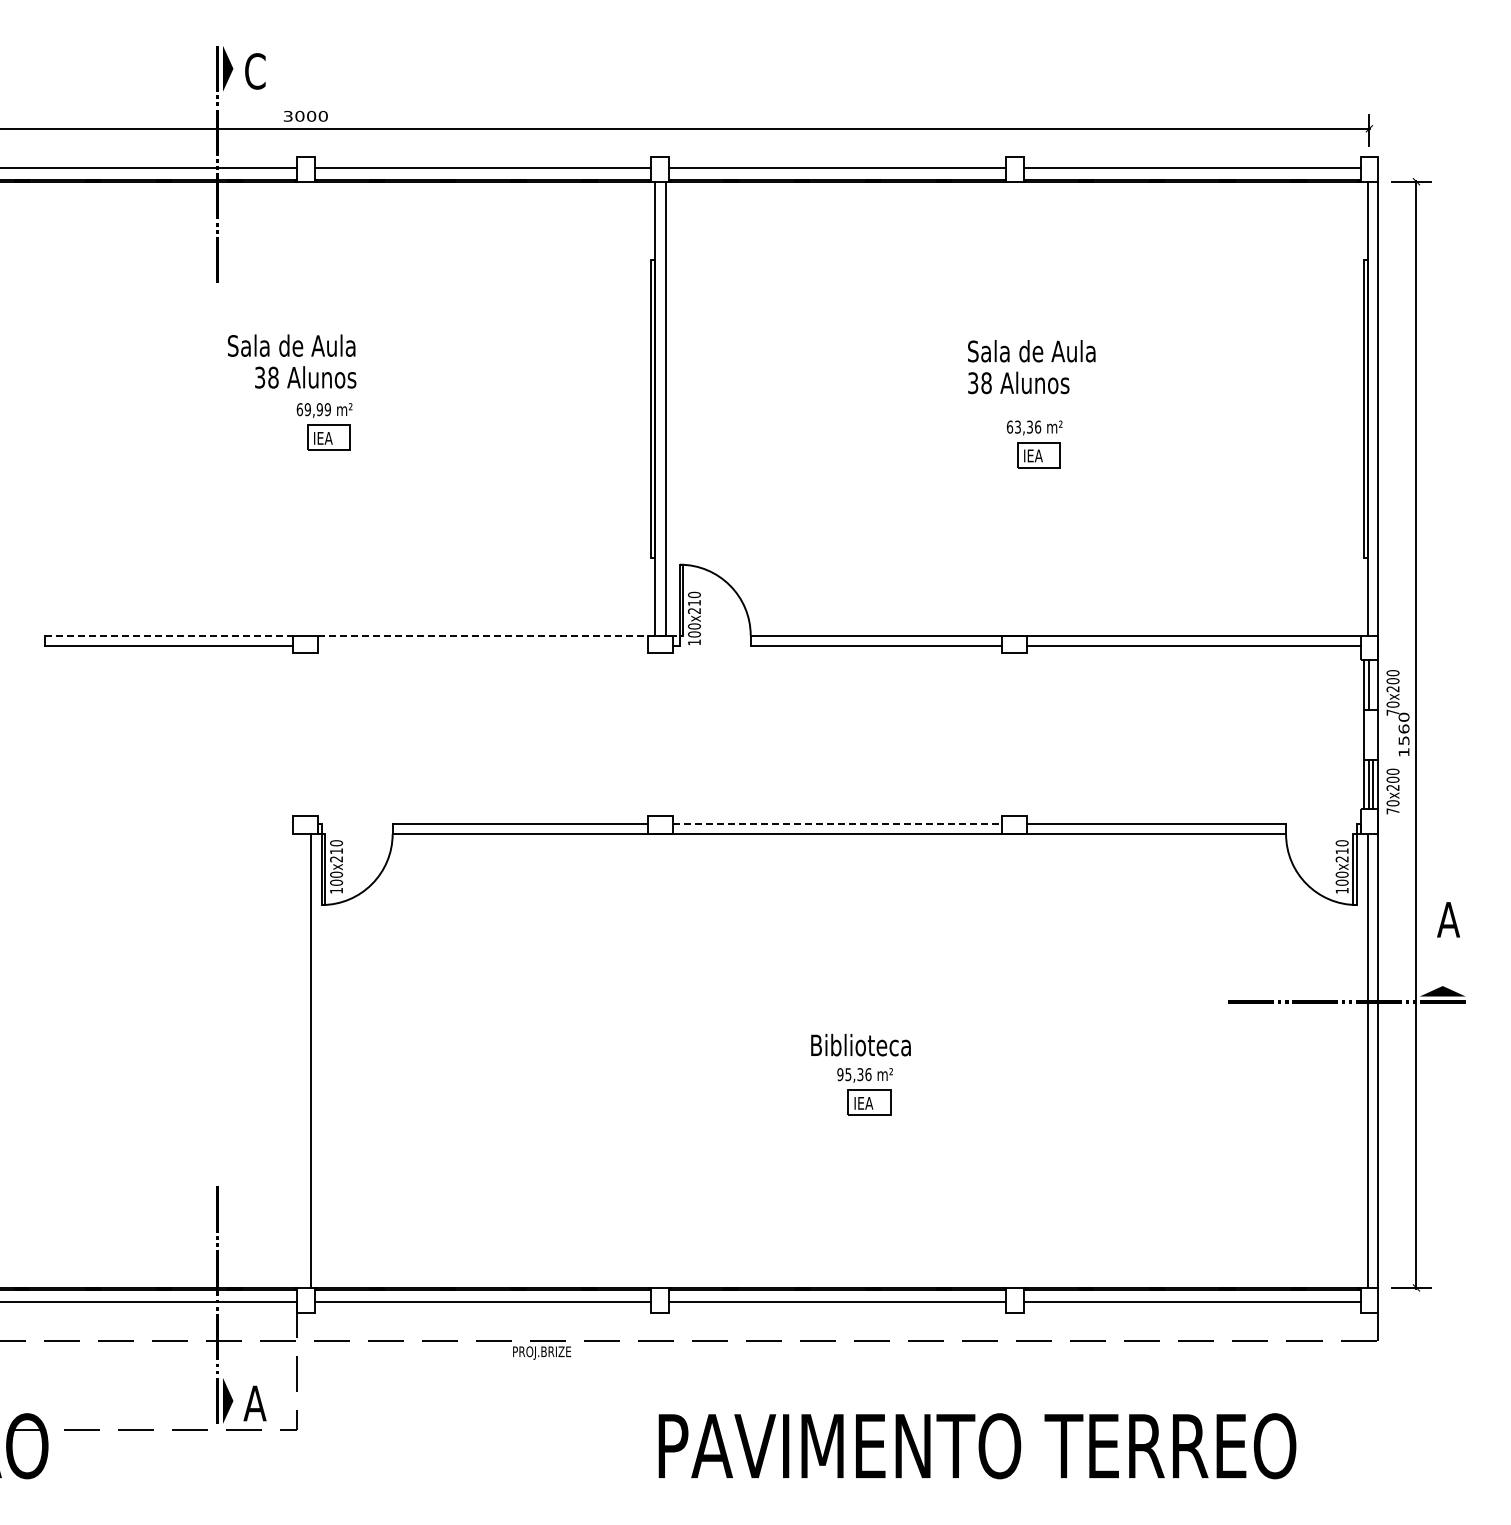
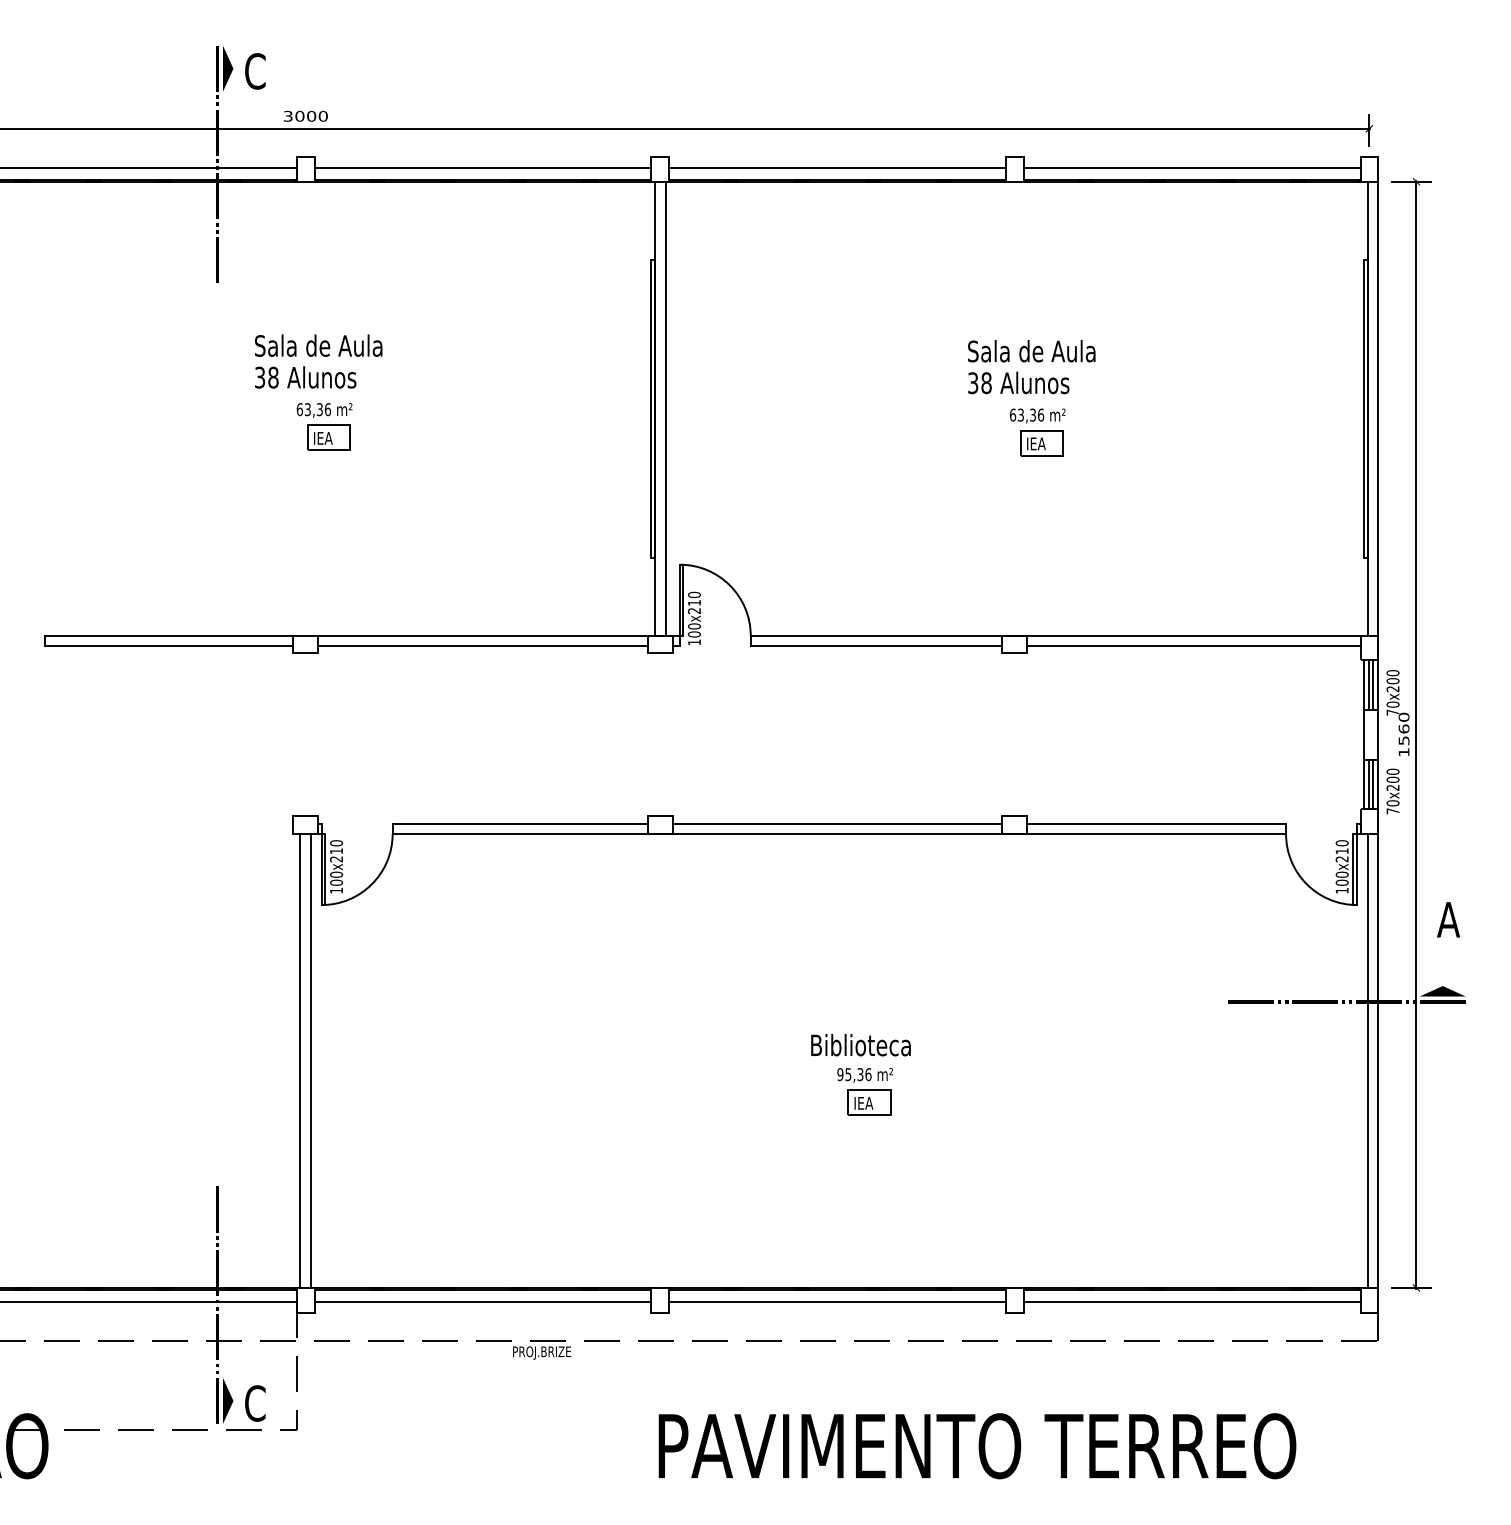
text at (291, 345) position: (291, 345) -> (318, 345)
text at (317, 409): 69,99 -> 63,36
part at (1034, 444) position: (1034, 444) -> (1037, 432)
line at (169, 635): dashed -> solid
line at (499, 635): dashed -> solid
line at (482, 646): none -> present
line at (1372, 685): none -> present
line at (837, 823): dashed -> solid
line at (300, 1060): none -> present
text at (254, 1403): A -> C
